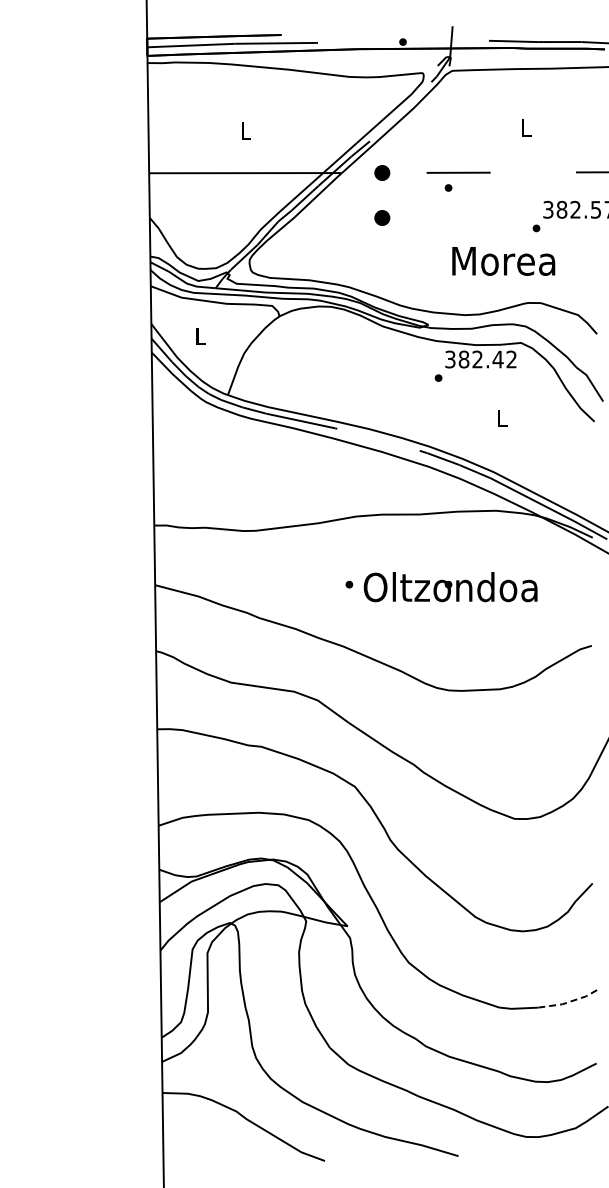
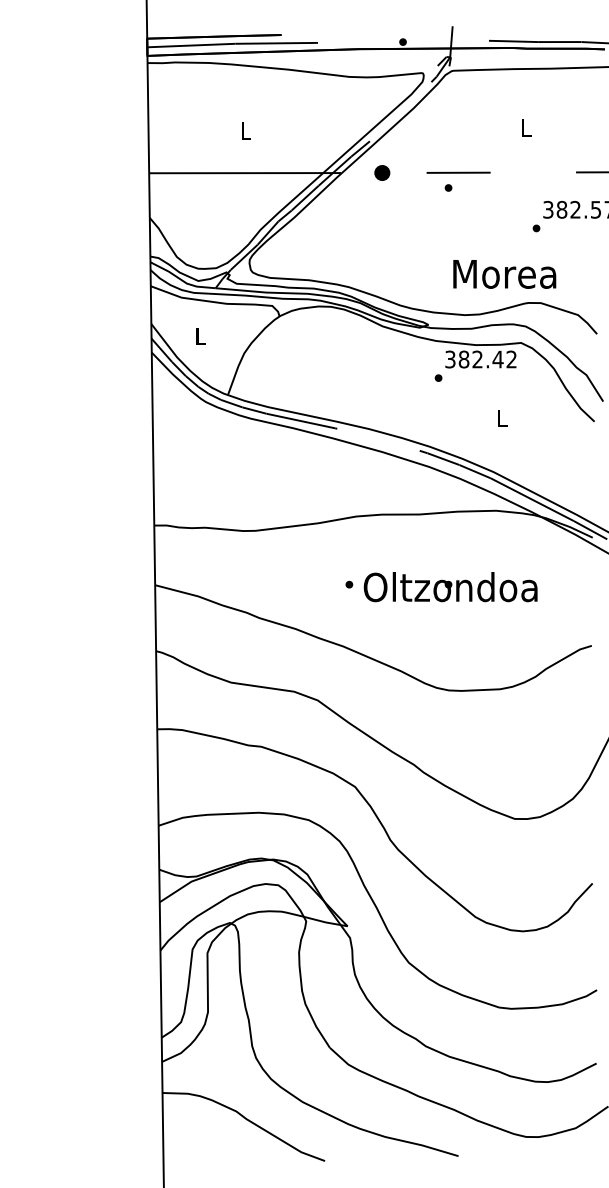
part at (382, 217): present -> none
text at (503, 261) position: (503, 261) -> (504, 274)
line at (568, 1002): dashed -> solid
